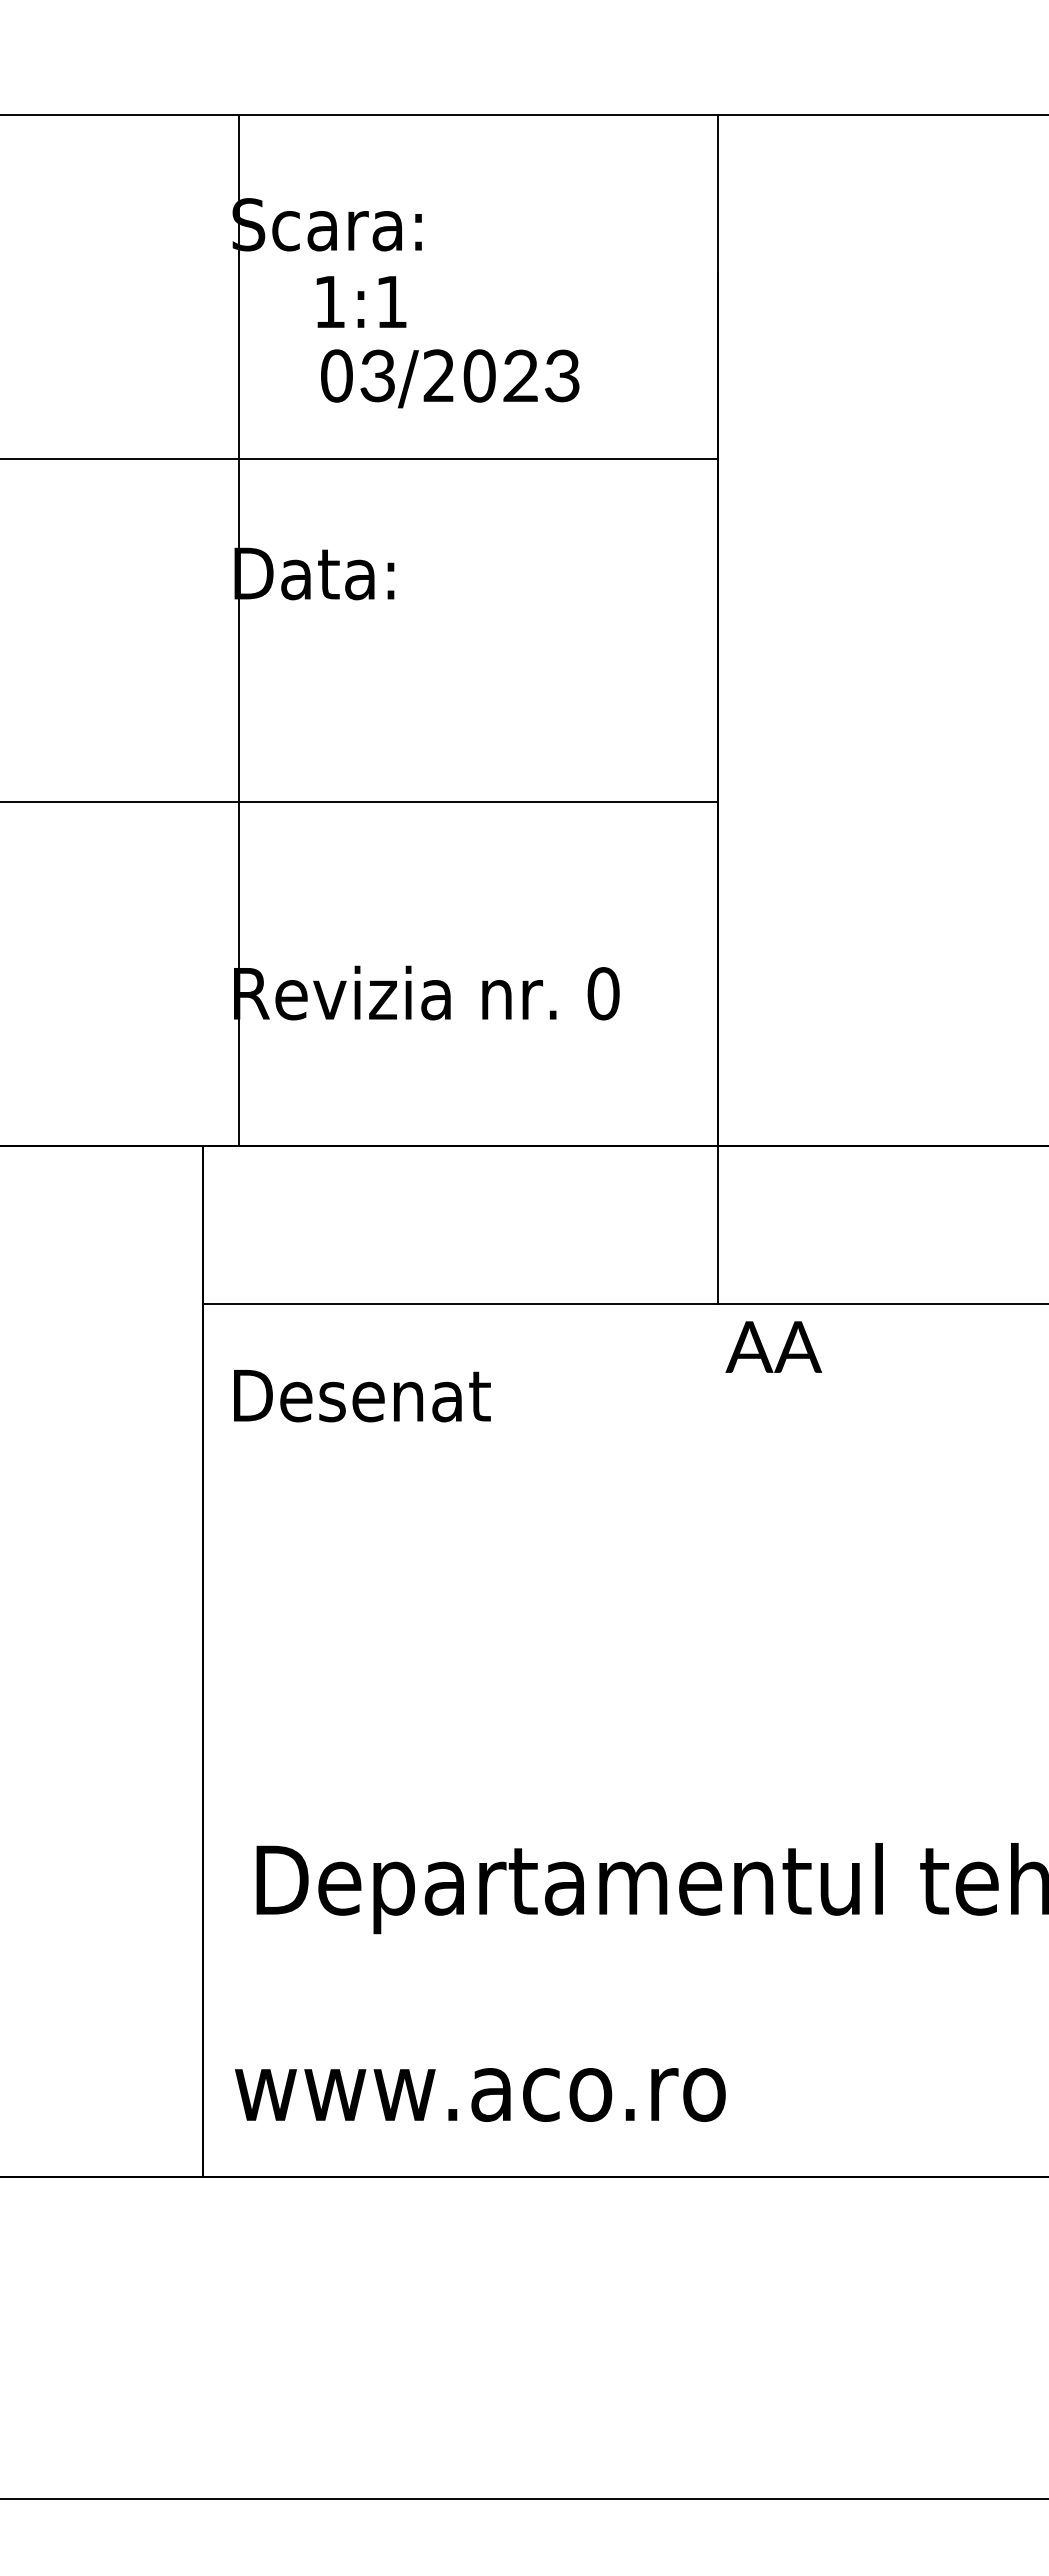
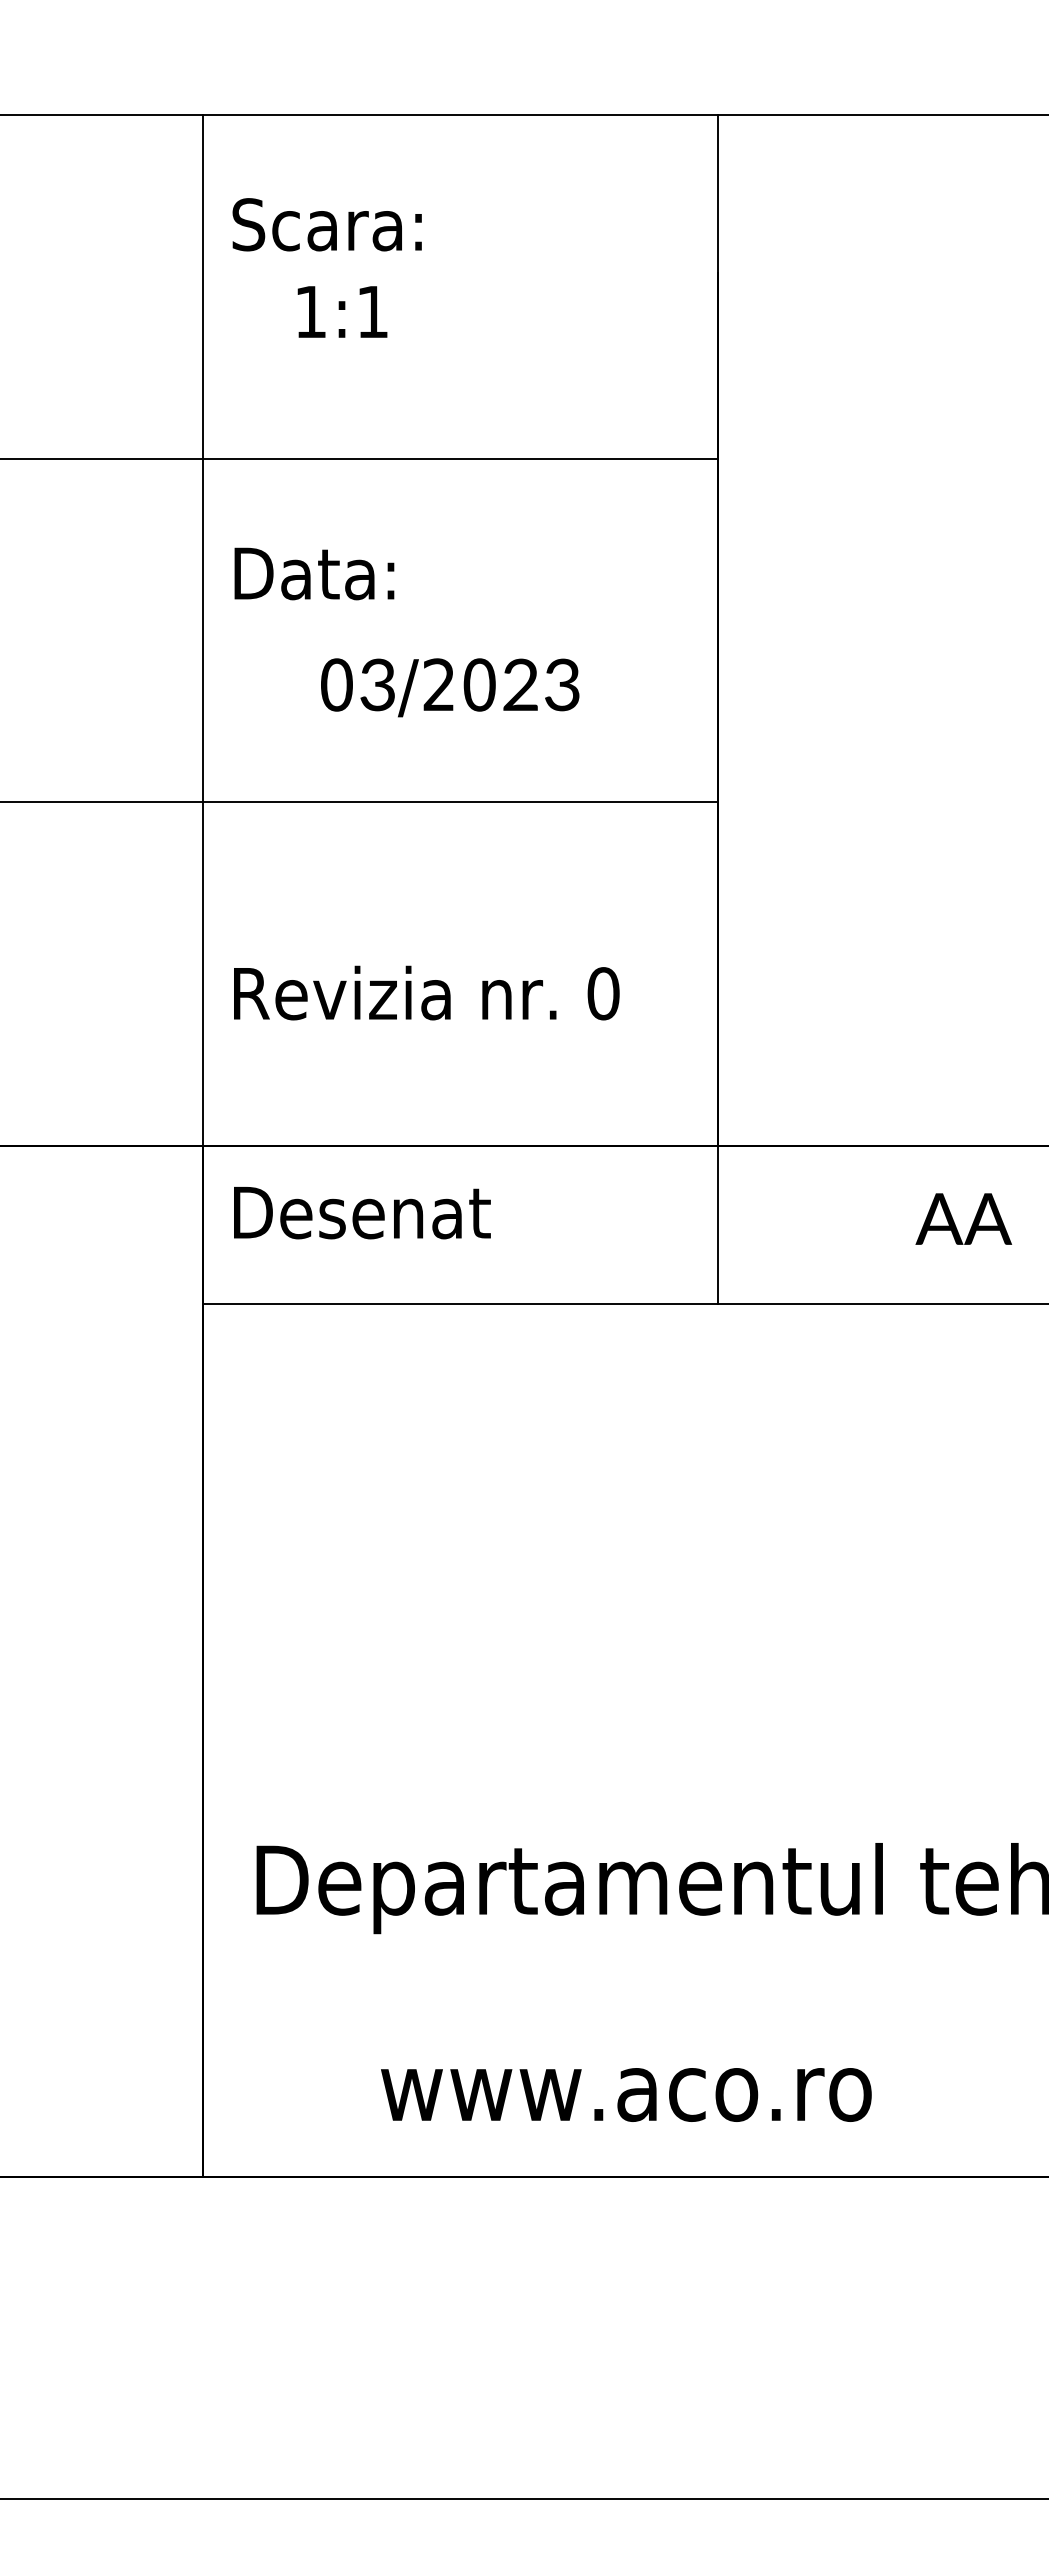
text at (361, 301) position: (361, 301) -> (342, 311)
text at (450, 378) position: (450, 378) -> (450, 687)
line at (238, 629) position: (238, 629) -> (202, 629)
text at (773, 1346) position: (773, 1346) -> (963, 1218)
text at (362, 1396) position: (362, 1396) -> (362, 1213)
text at (480, 2094) position: (480, 2094) -> (626, 2094)
